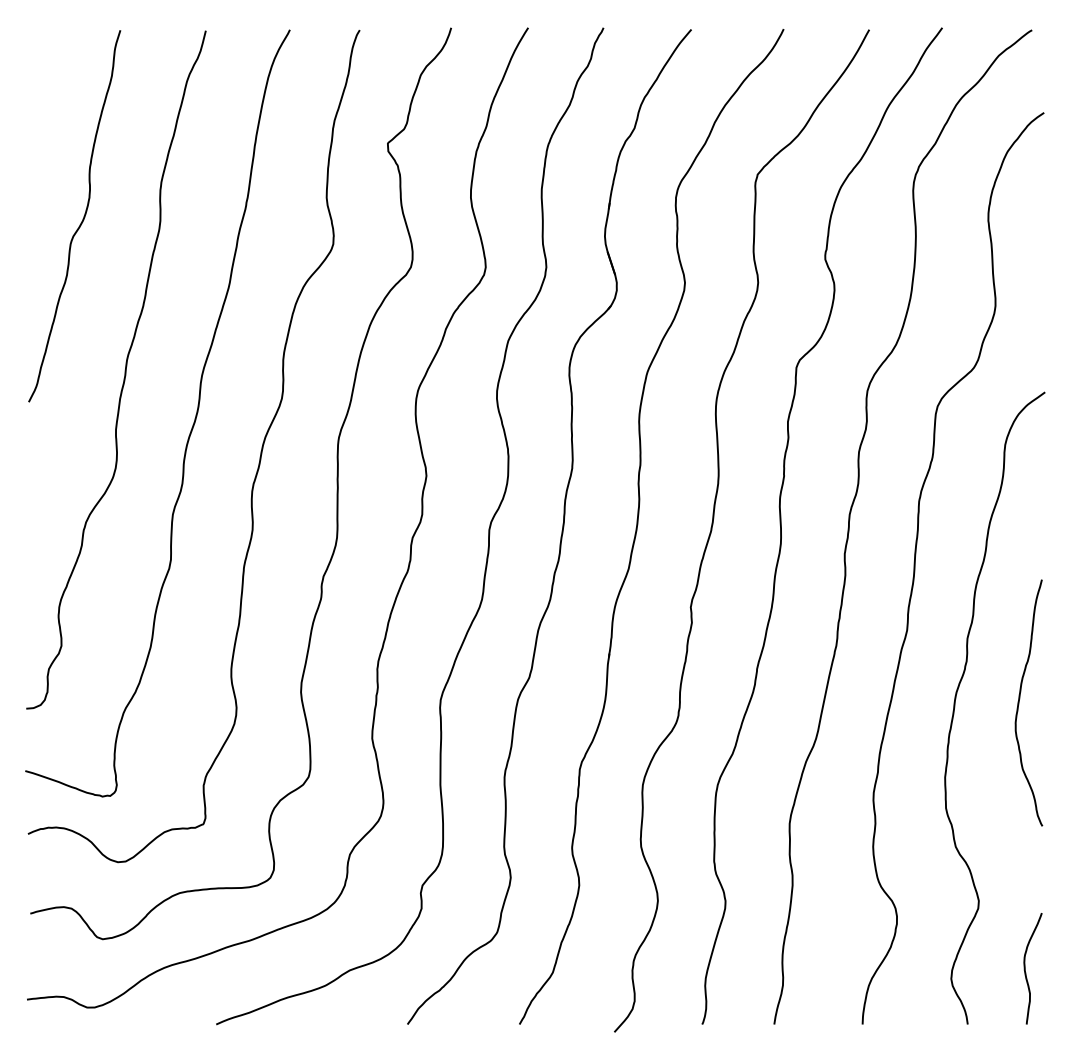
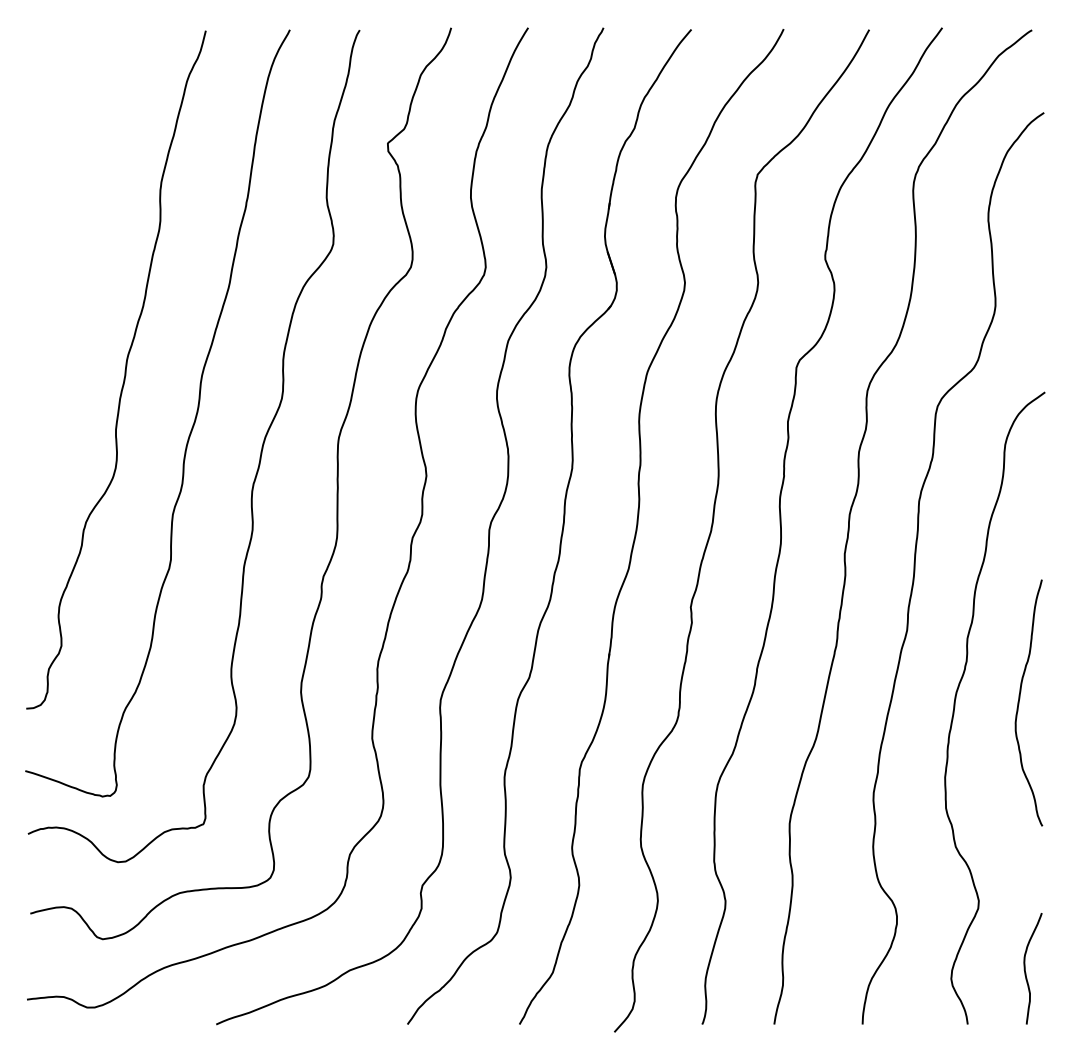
curve at (82, 218): present -> none
